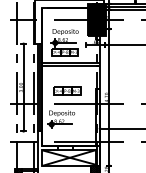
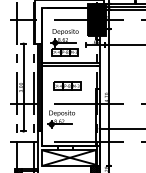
part at (67, 90) position: (67, 90) -> (67, 85)
